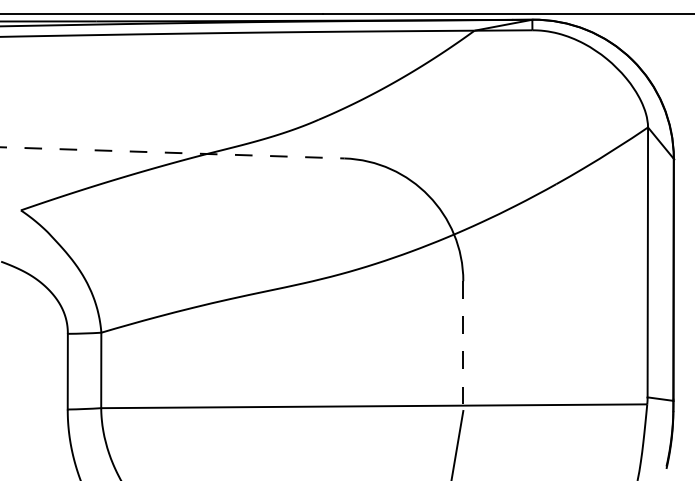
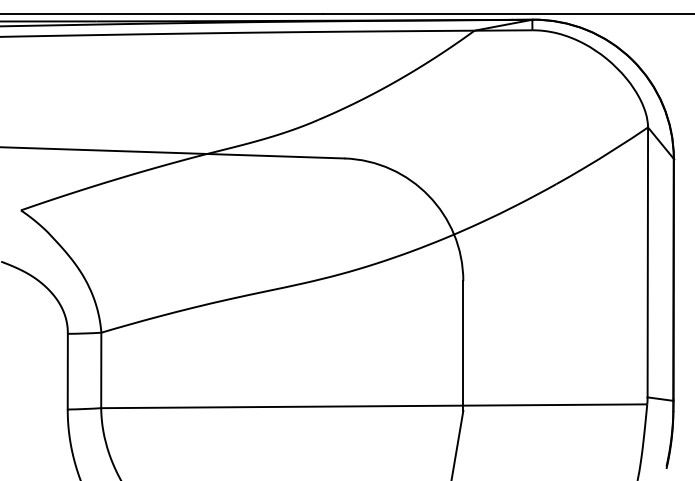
line at (172, 152): dashed -> solid
line at (463, 346): dashed -> solid
